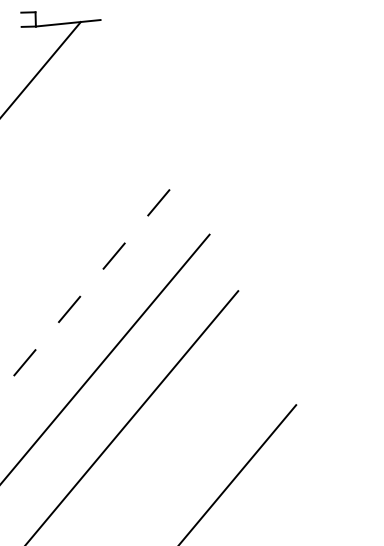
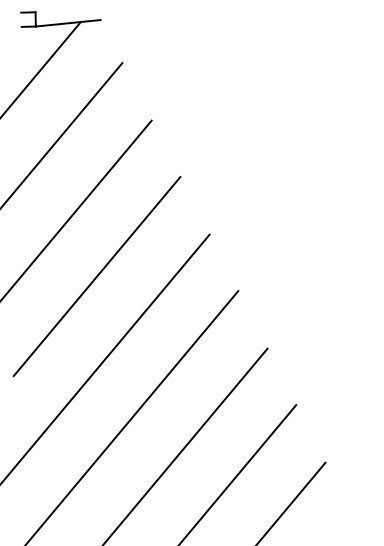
line at (62, 134): none -> present
line at (76, 209): none -> present
line at (97, 276): dashed -> solid
line at (186, 445): none -> present
line at (291, 502): none -> present
